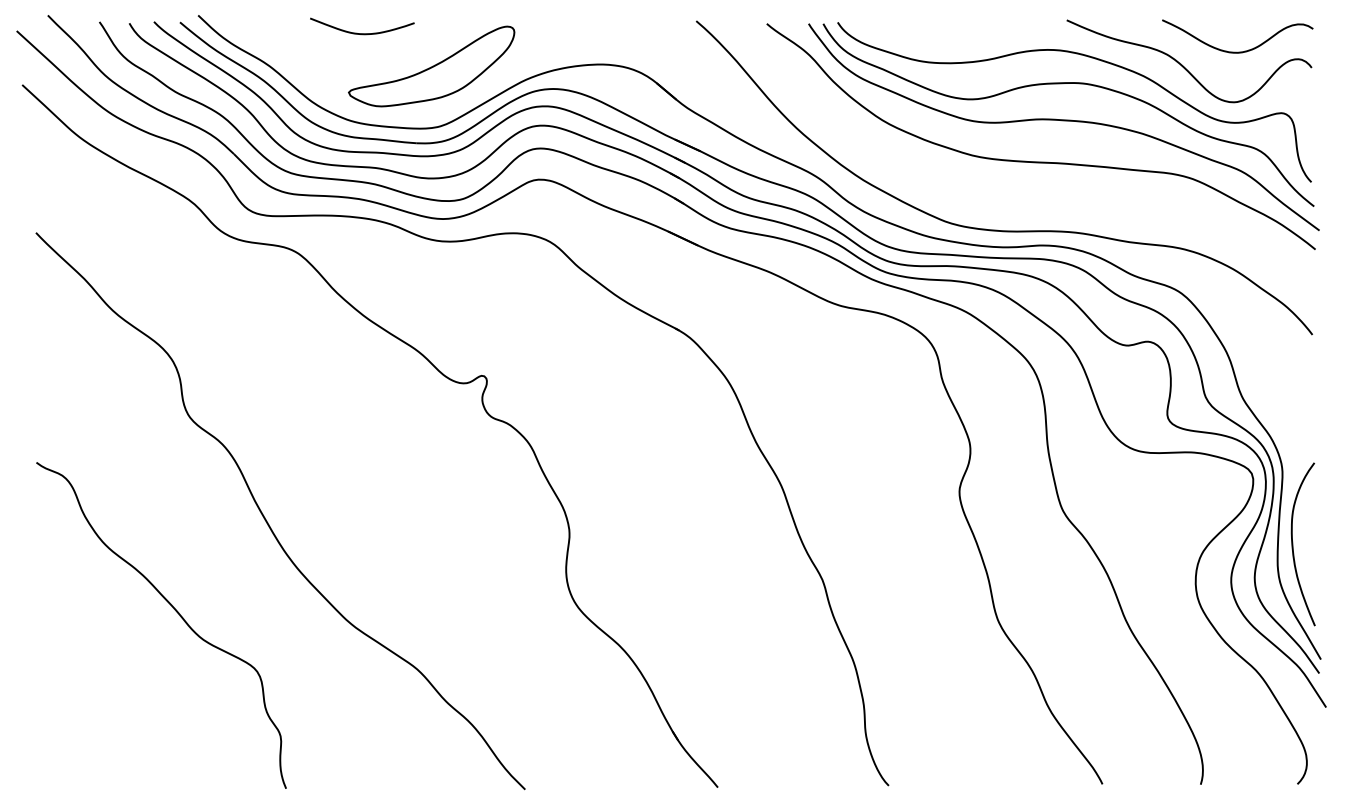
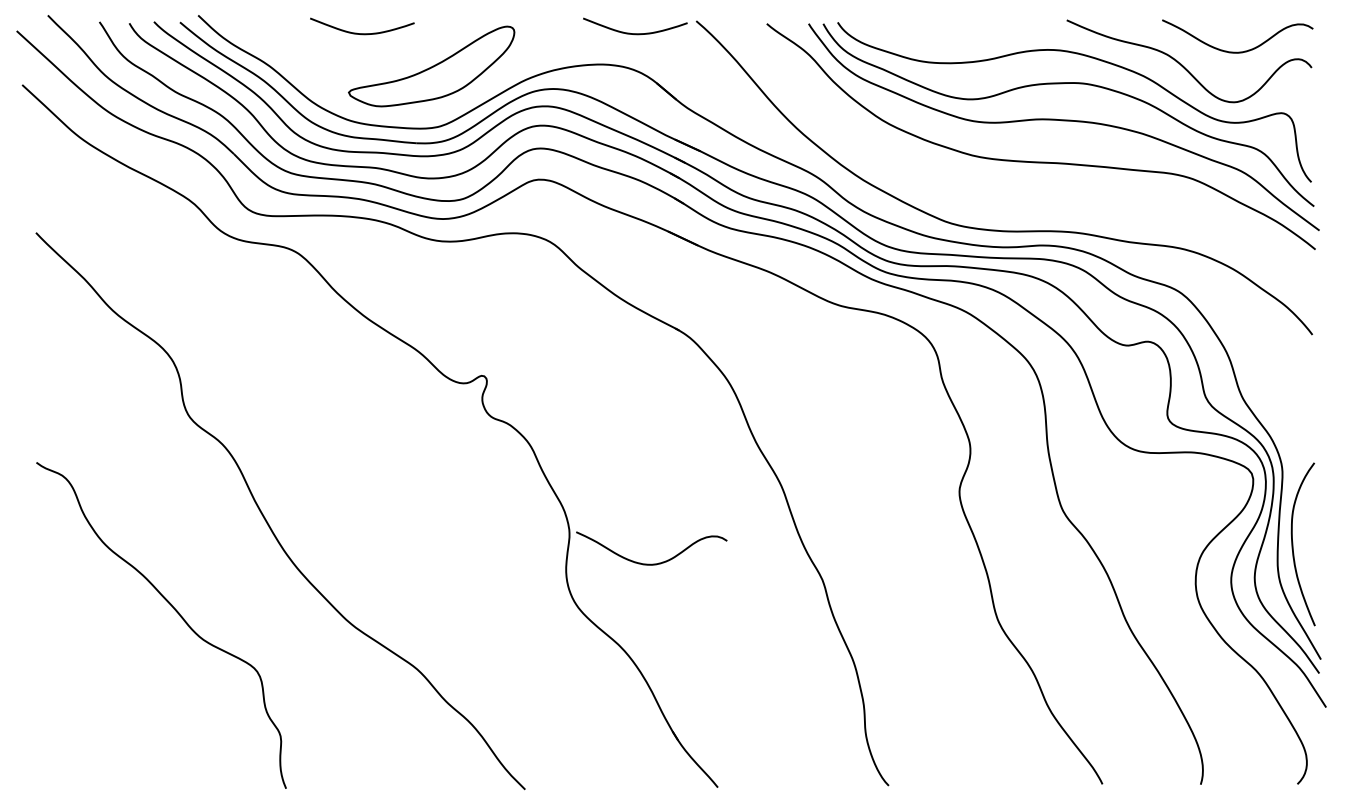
curve at (635, 33): none -> present
curve at (651, 563): none -> present
